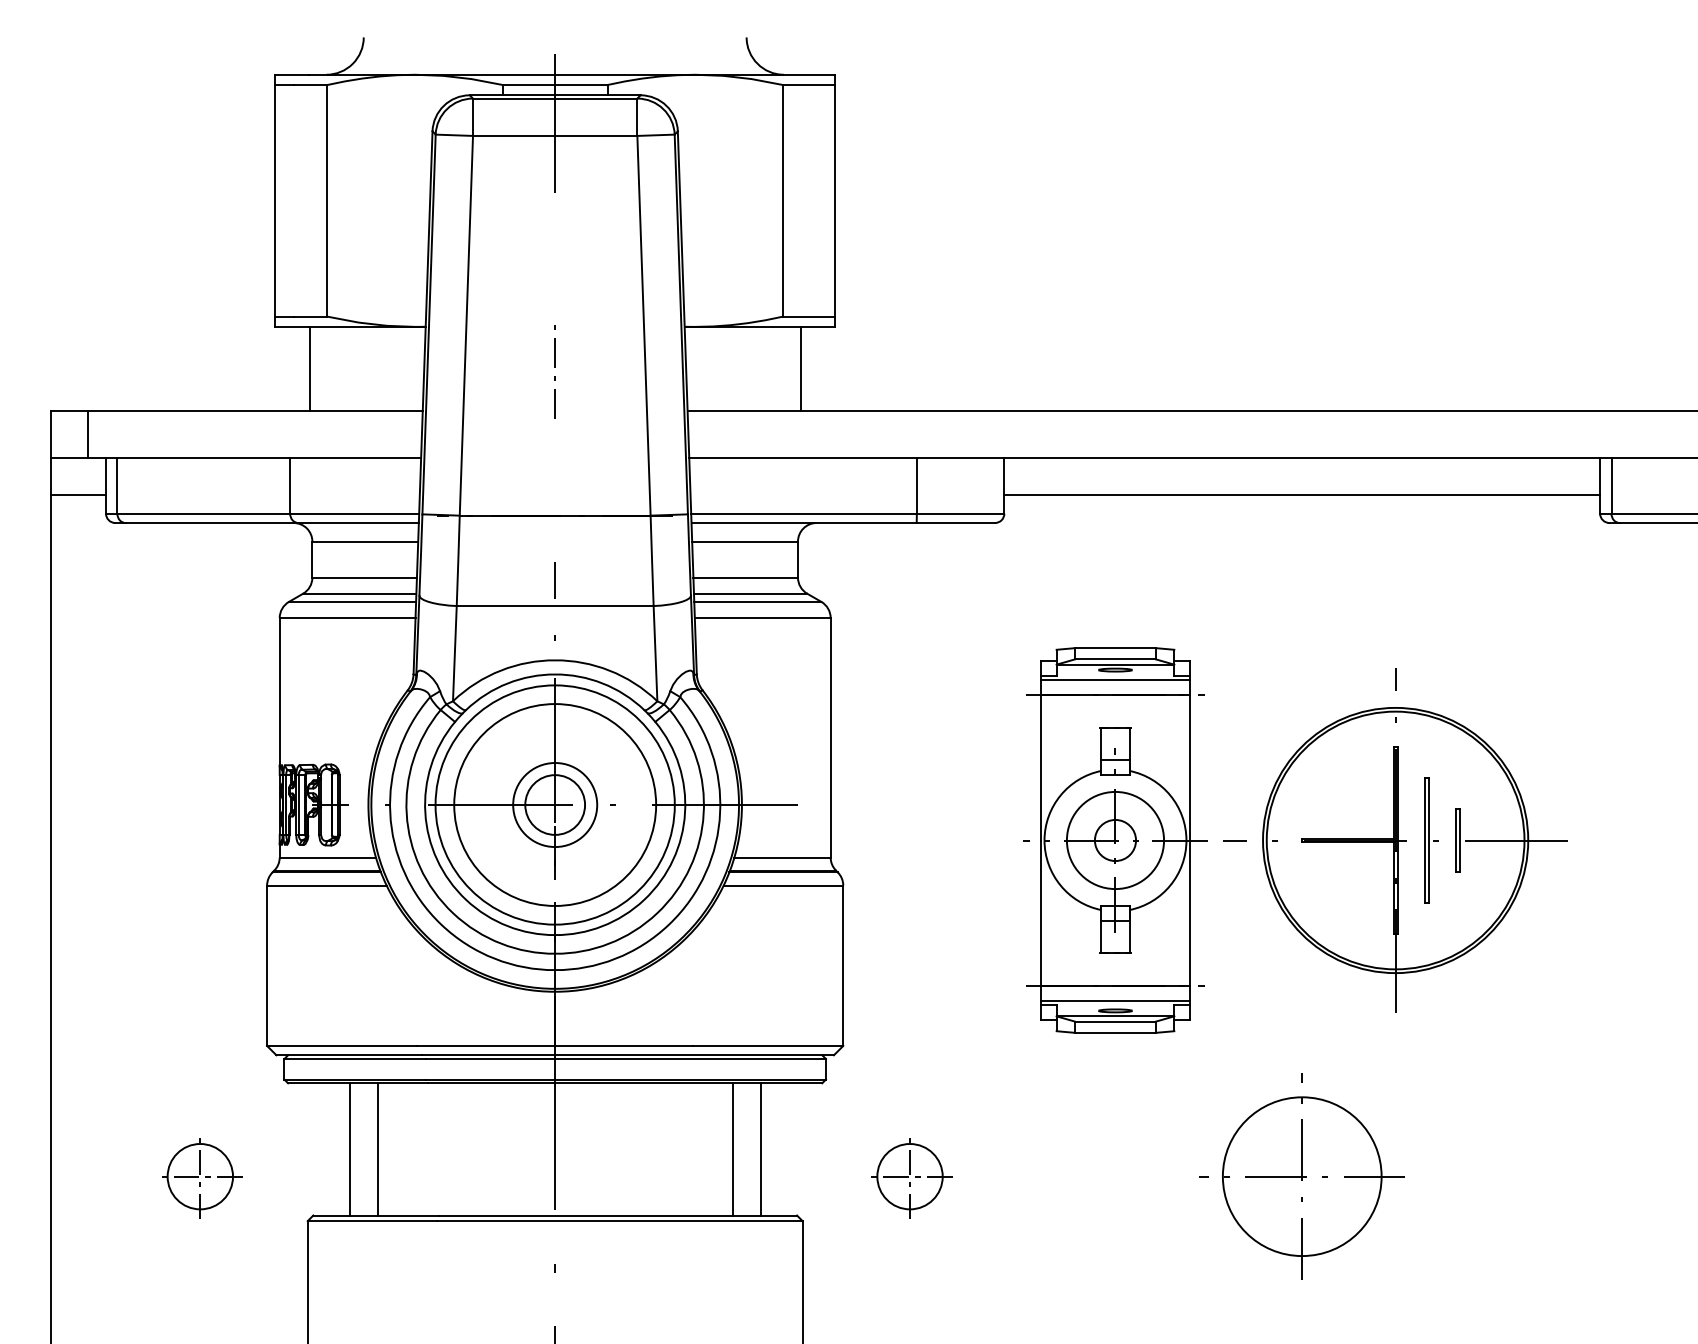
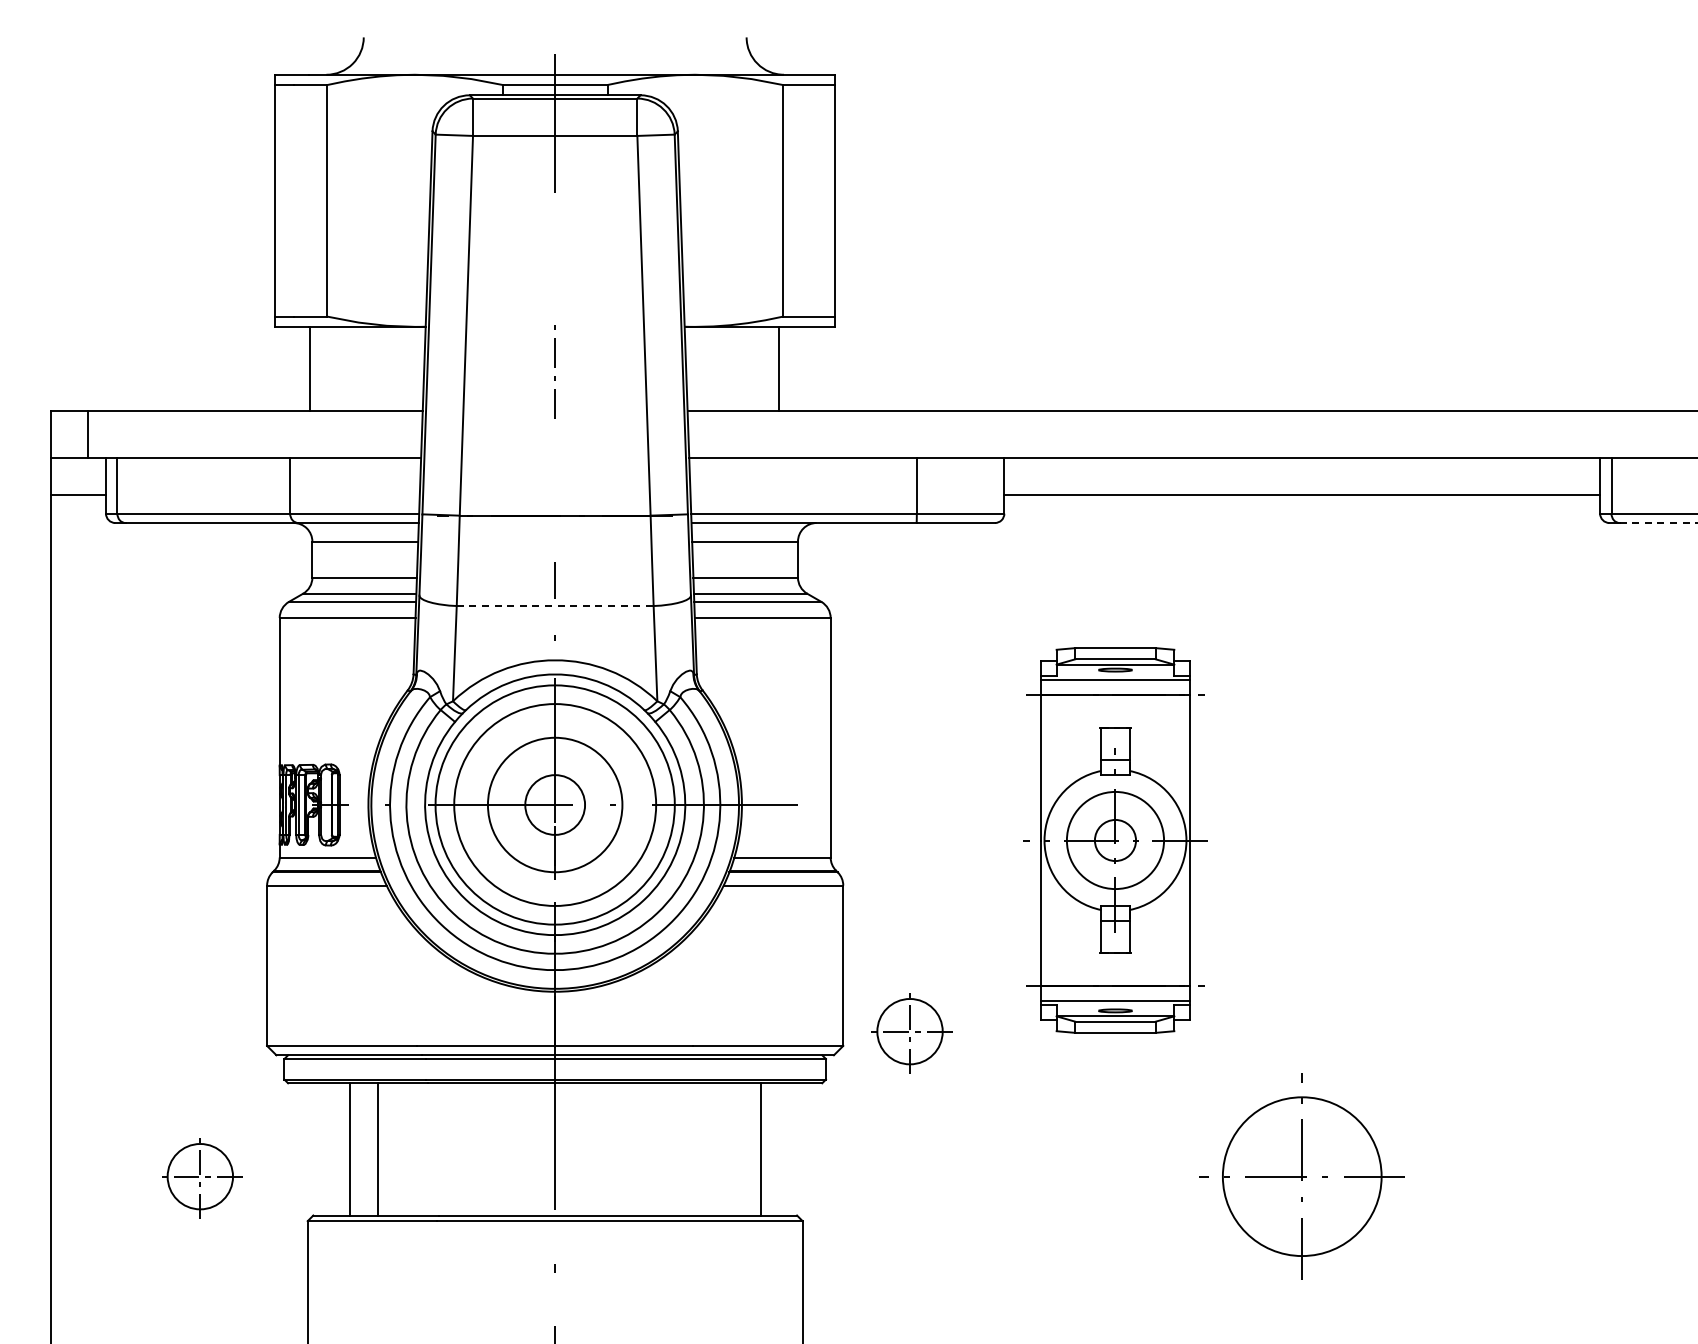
line at (800, 368) position: (800, 368) -> (778, 368)
line at (1658, 523): solid -> dashed
line at (555, 606): solid -> dashed
circle at (555, 805) diameter: 84 px -> 134 px
part at (1395, 840): present -> none
line at (732, 1149): present -> none
part at (911, 1178) position: (911, 1178) -> (911, 1033)
